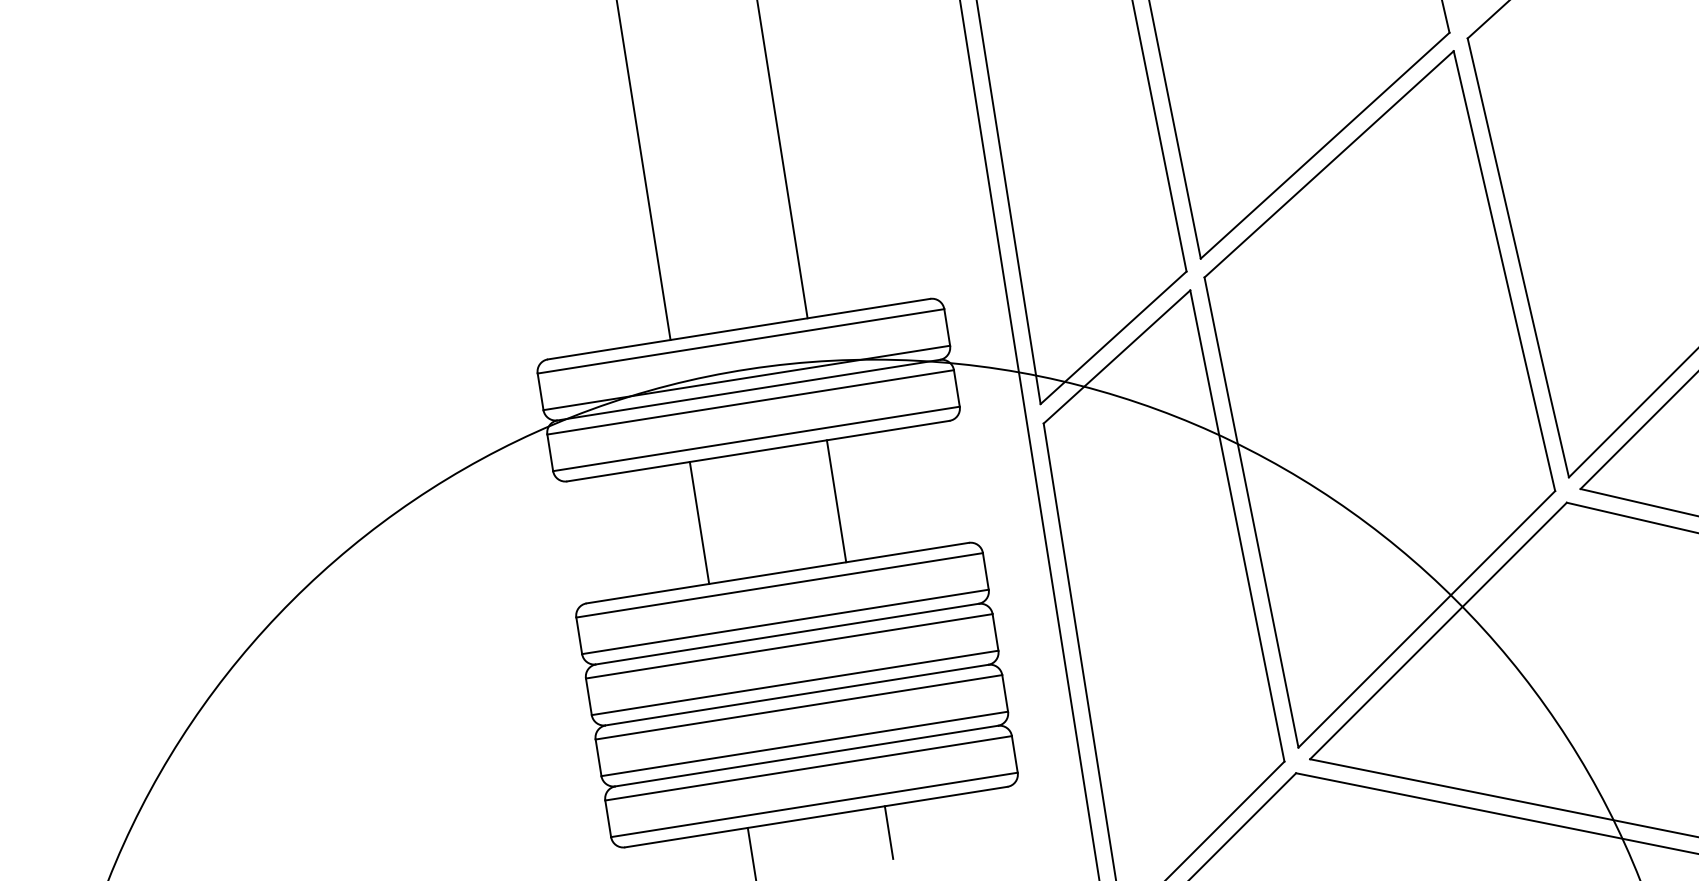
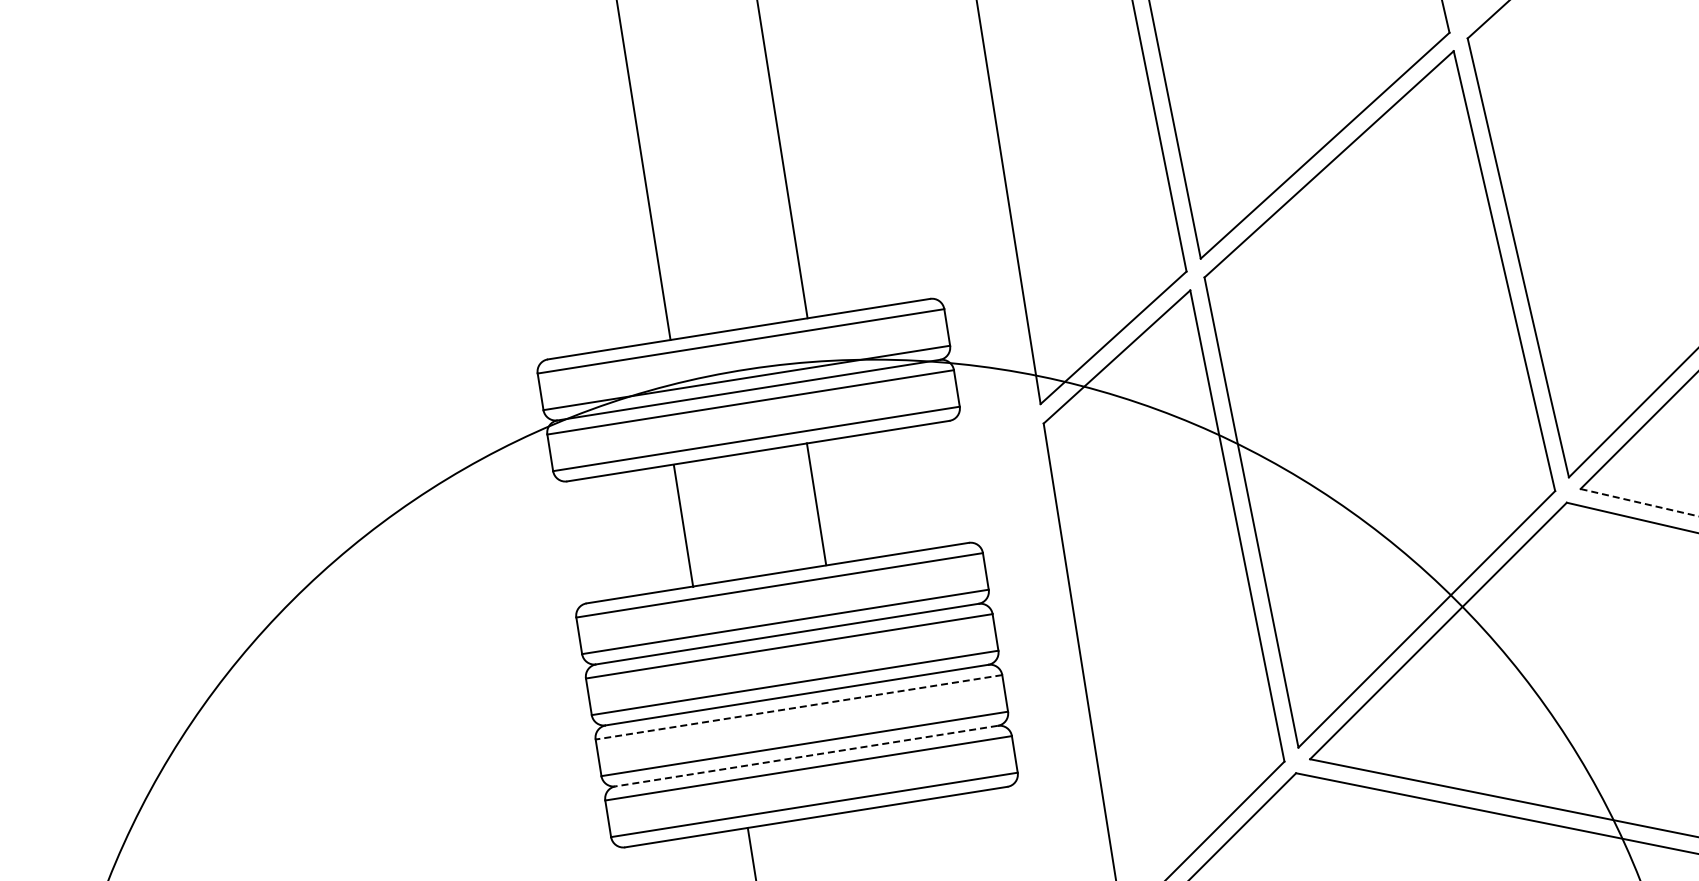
line at (1029, 439): present -> none
line at (836, 501) position: (836, 501) -> (816, 504)
line at (1639, 502): solid -> dashed
line at (699, 523) position: (699, 523) -> (683, 526)
line at (798, 707): solid -> dashed
line at (806, 756): solid -> dashed
line at (888, 832): present -> none
